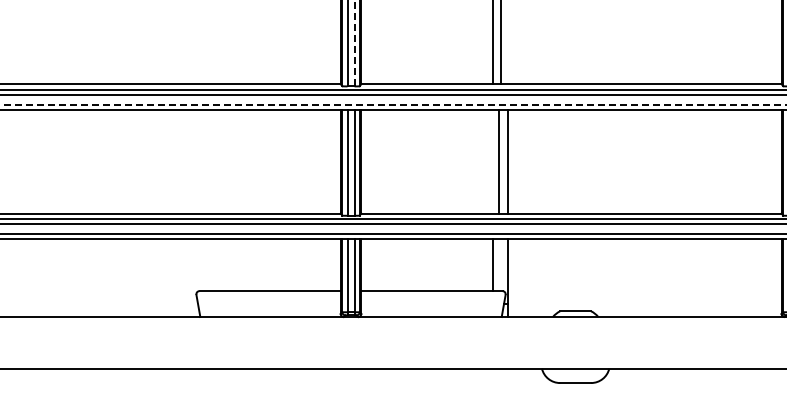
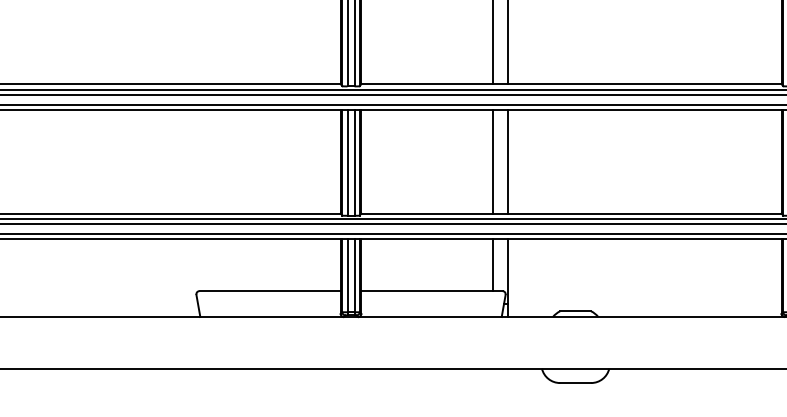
line at (354, 43): dashed -> solid
line at (501, 43) position: (501, 43) -> (508, 43)
line at (393, 104): dashed -> solid
line at (498, 161) position: (498, 161) -> (492, 161)
